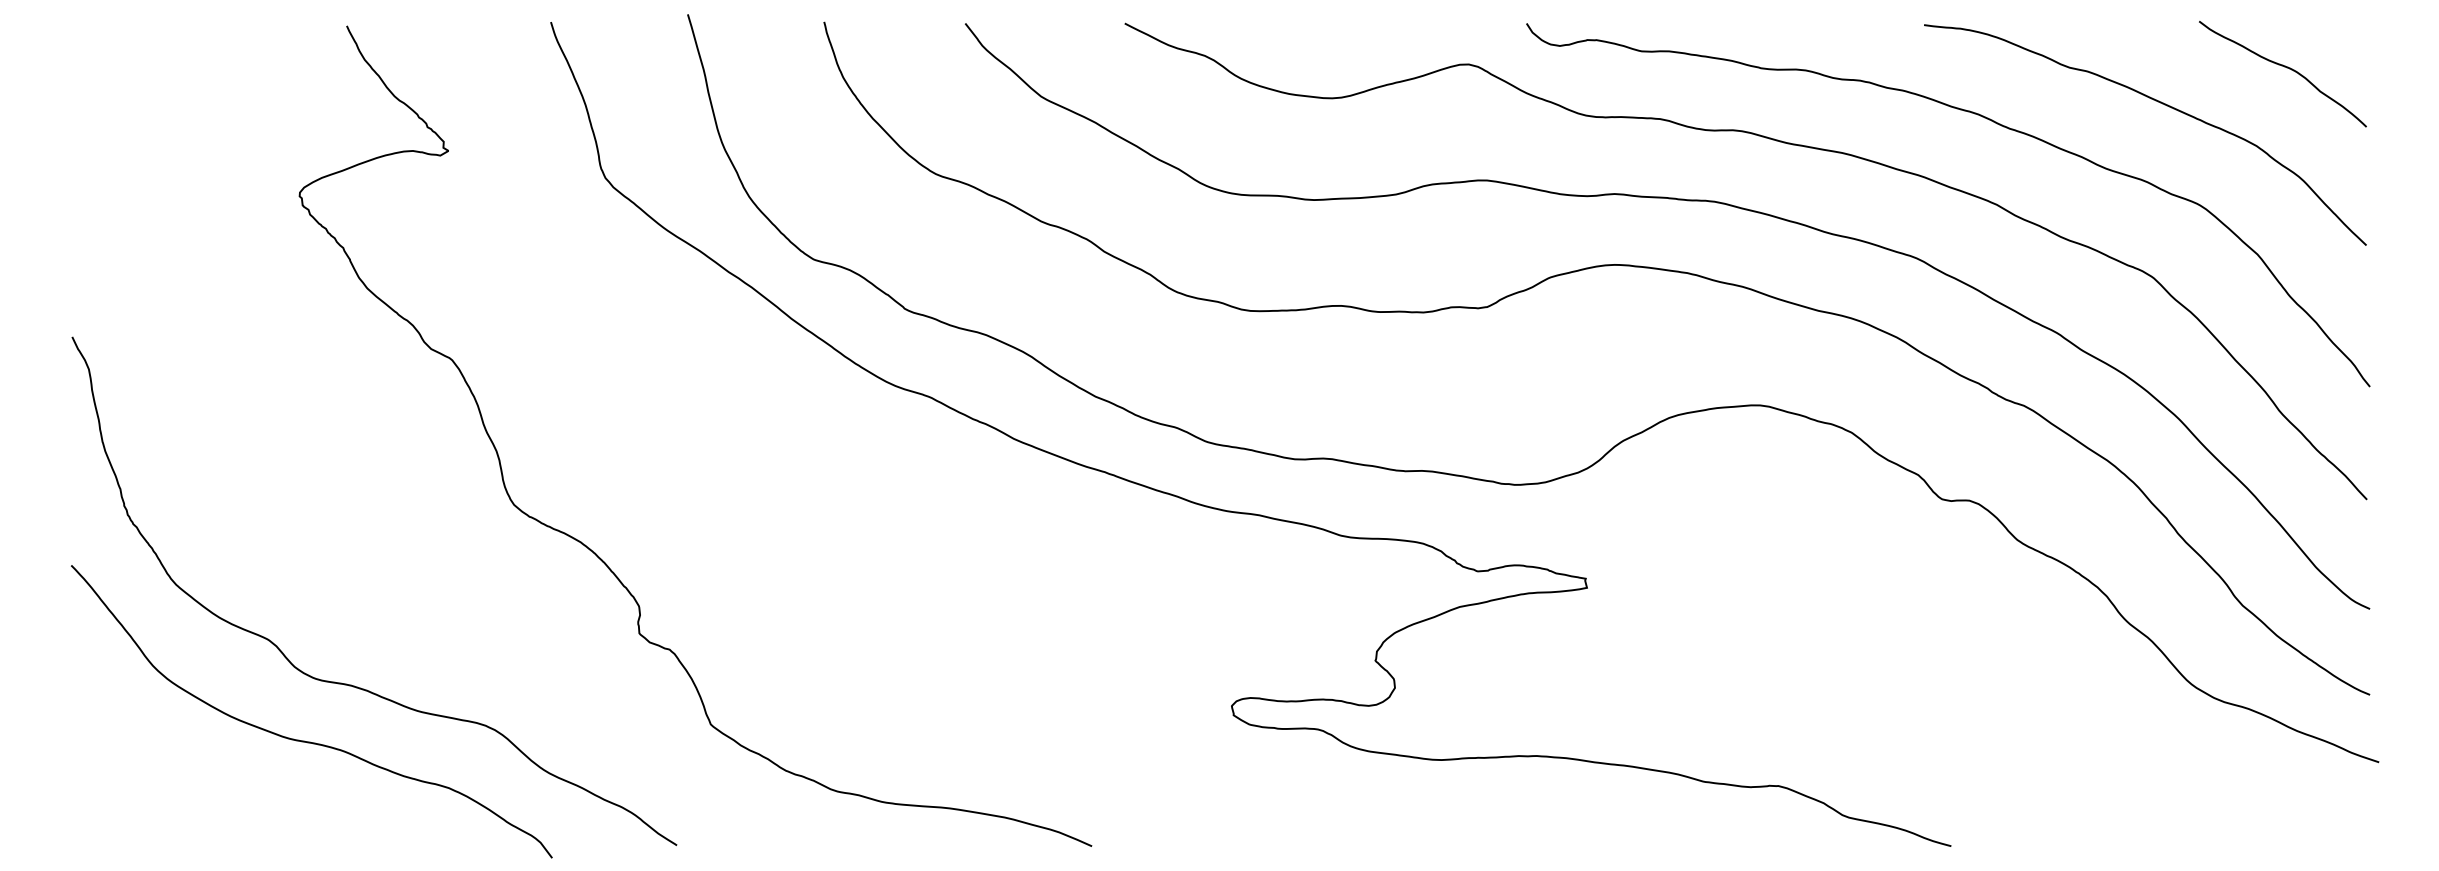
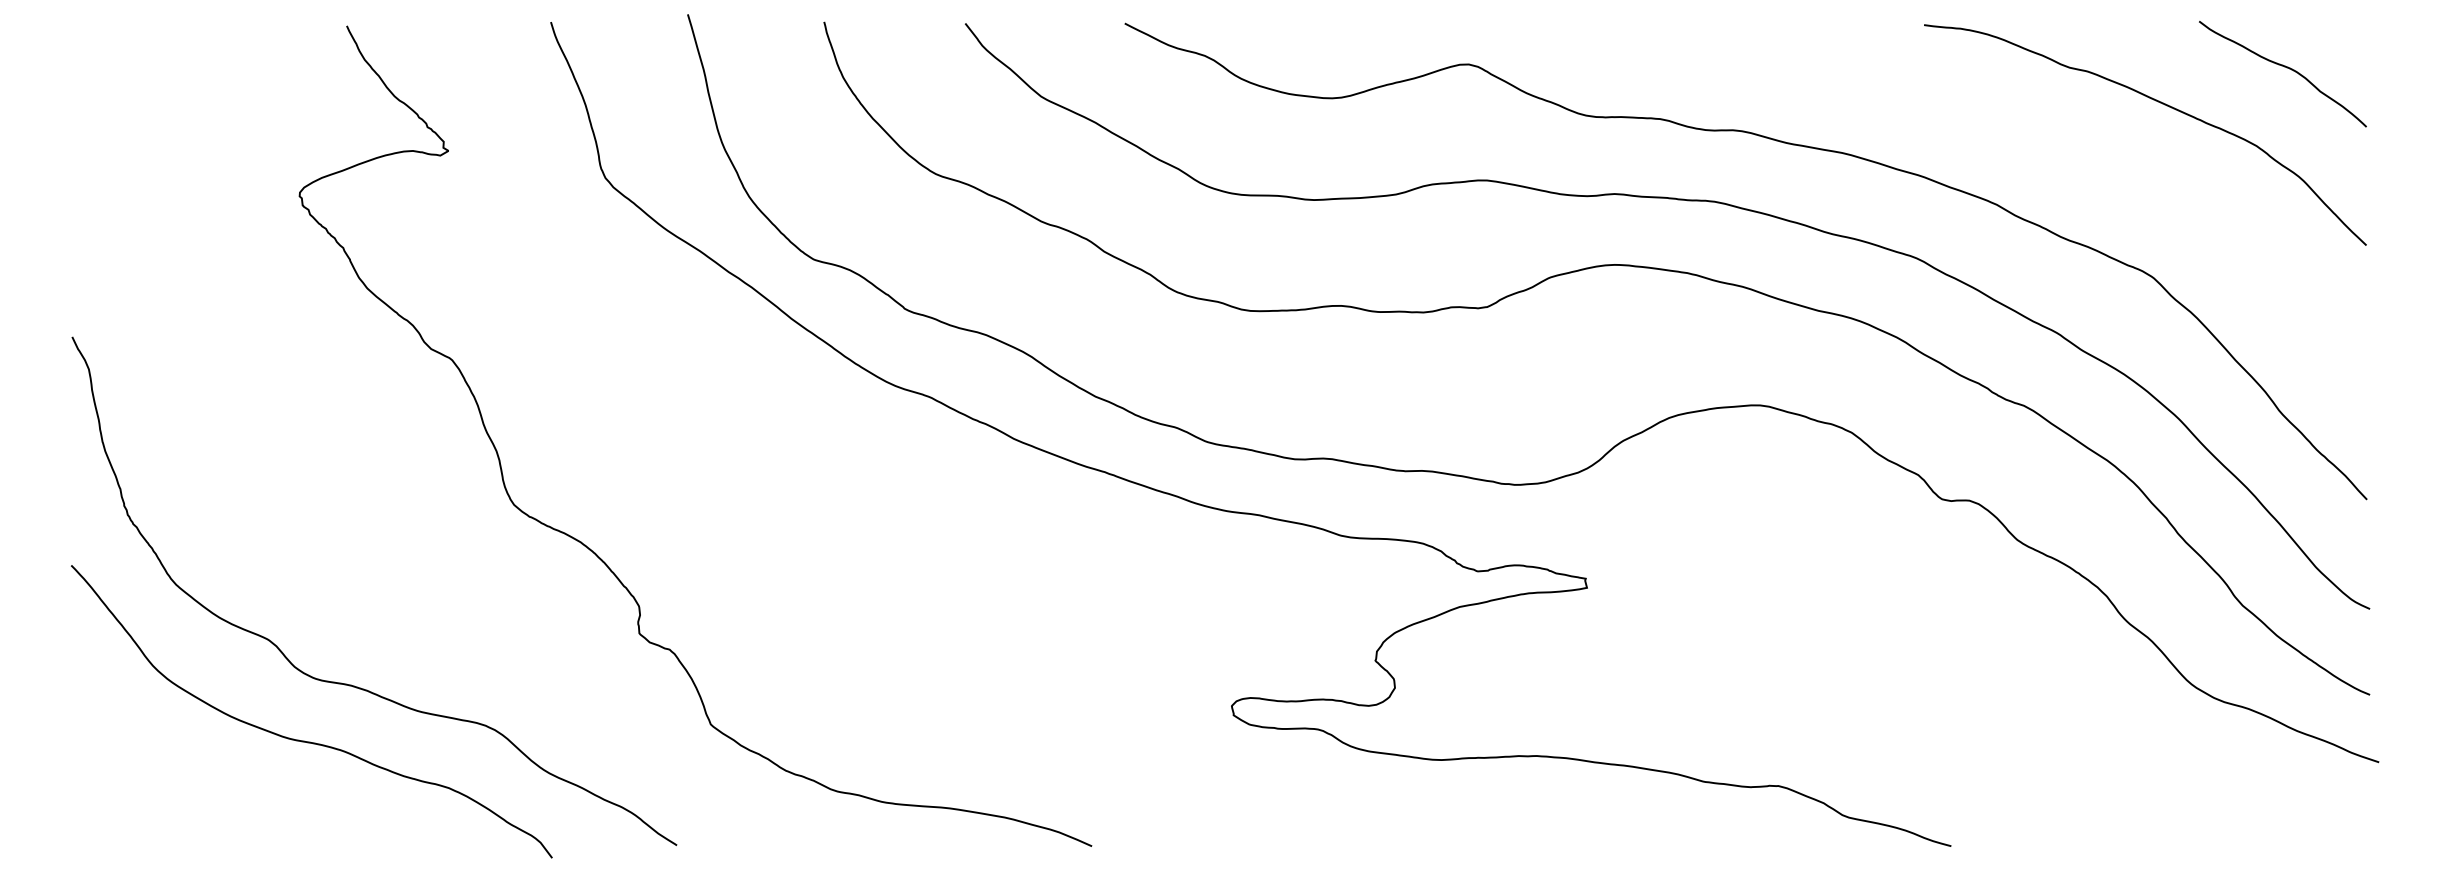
curve at (1984, 118): present -> none
